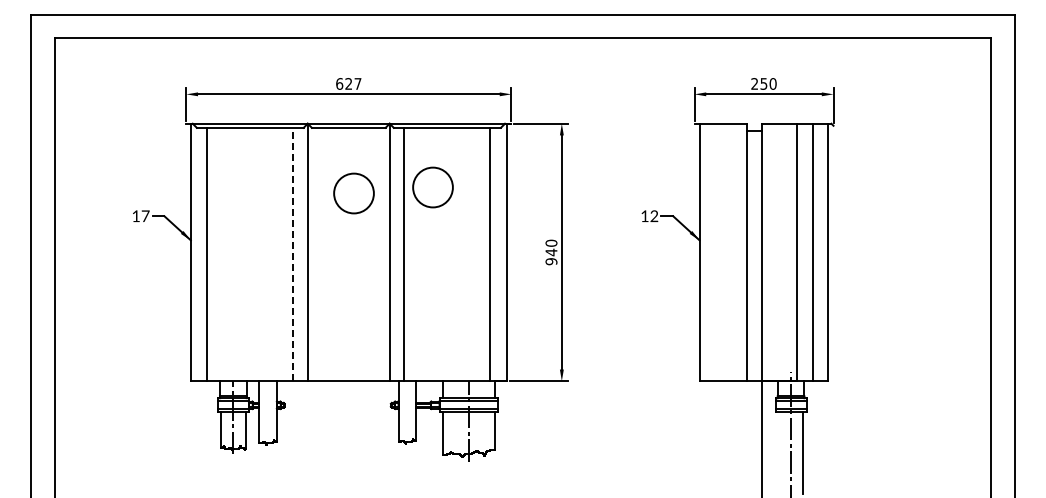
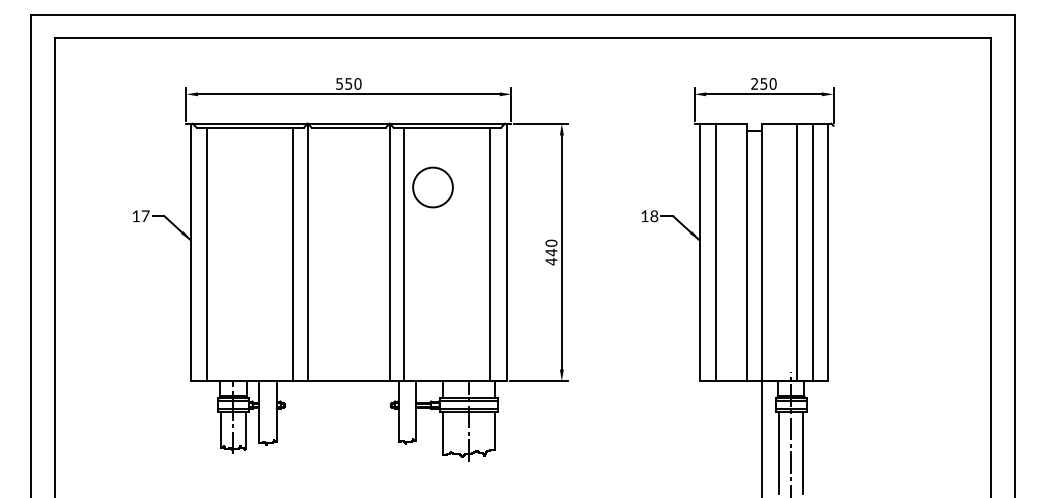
text at (348, 83): 627 -> 550
circle at (353, 193): present -> none
text at (654, 216): 12 -> 18
line at (716, 252): none -> present
line at (293, 254): dashed -> solid
text at (551, 261): 940 -> 440
line at (778, 453): none -> present
